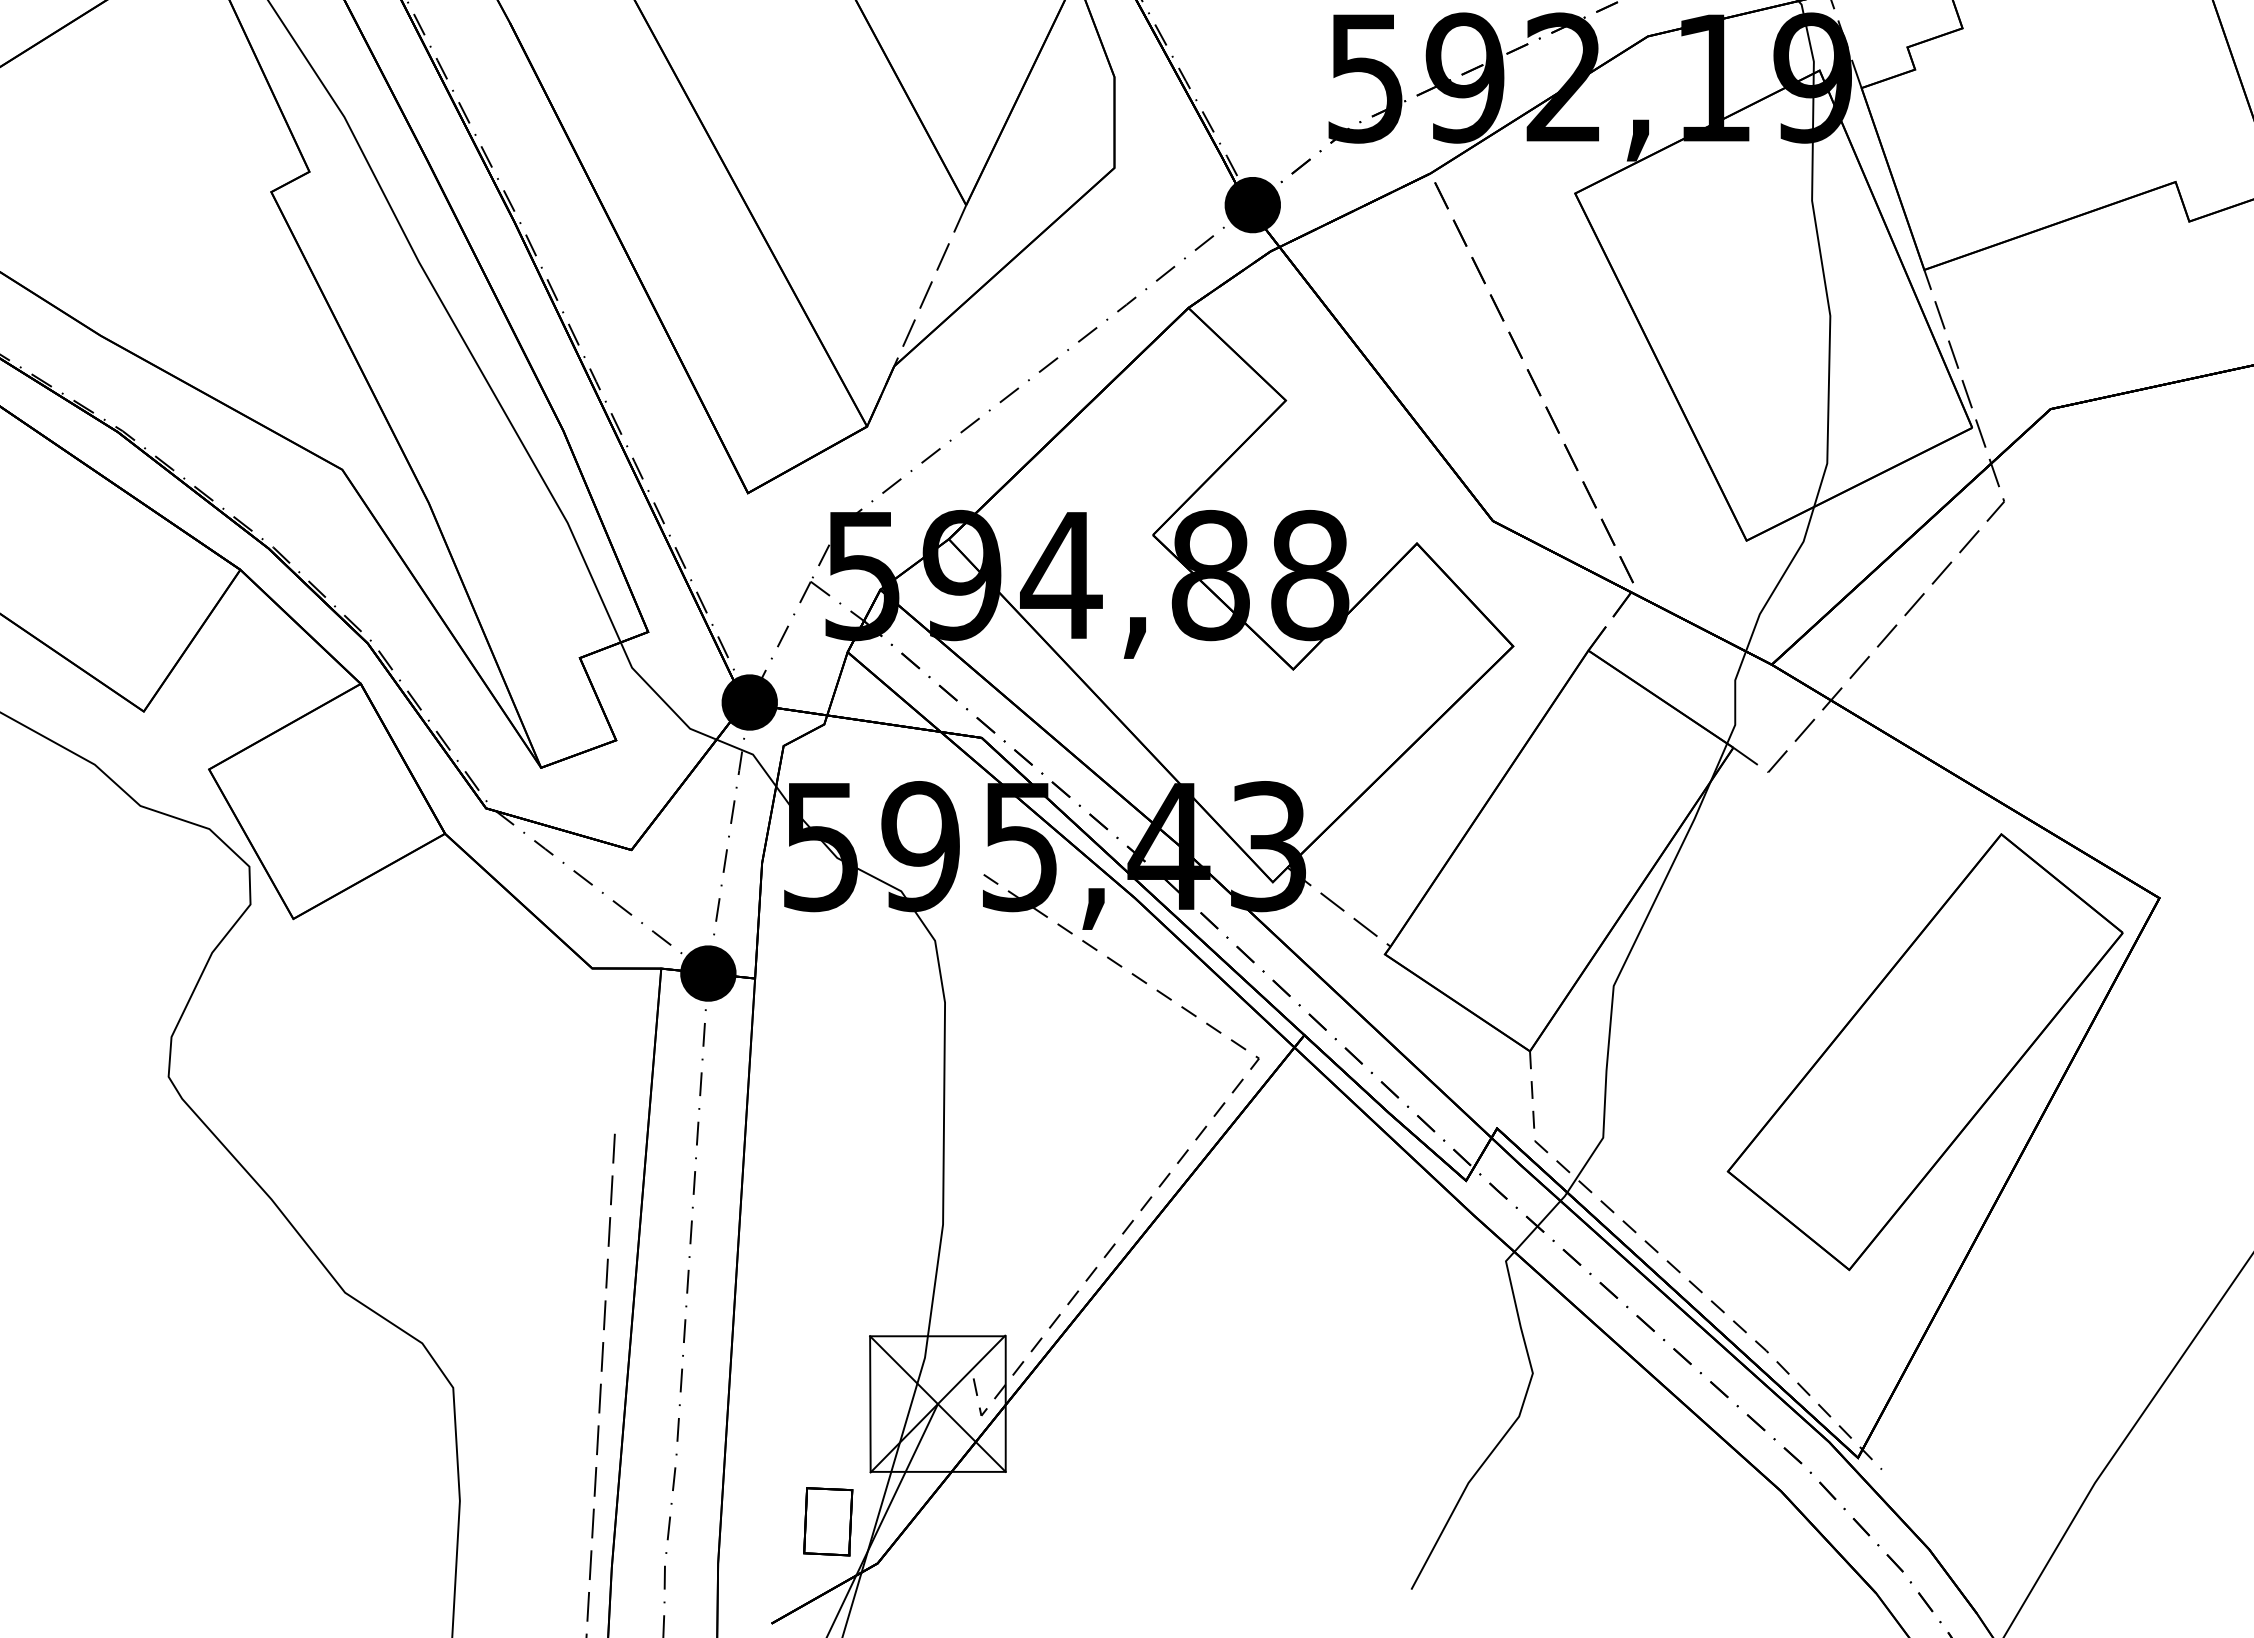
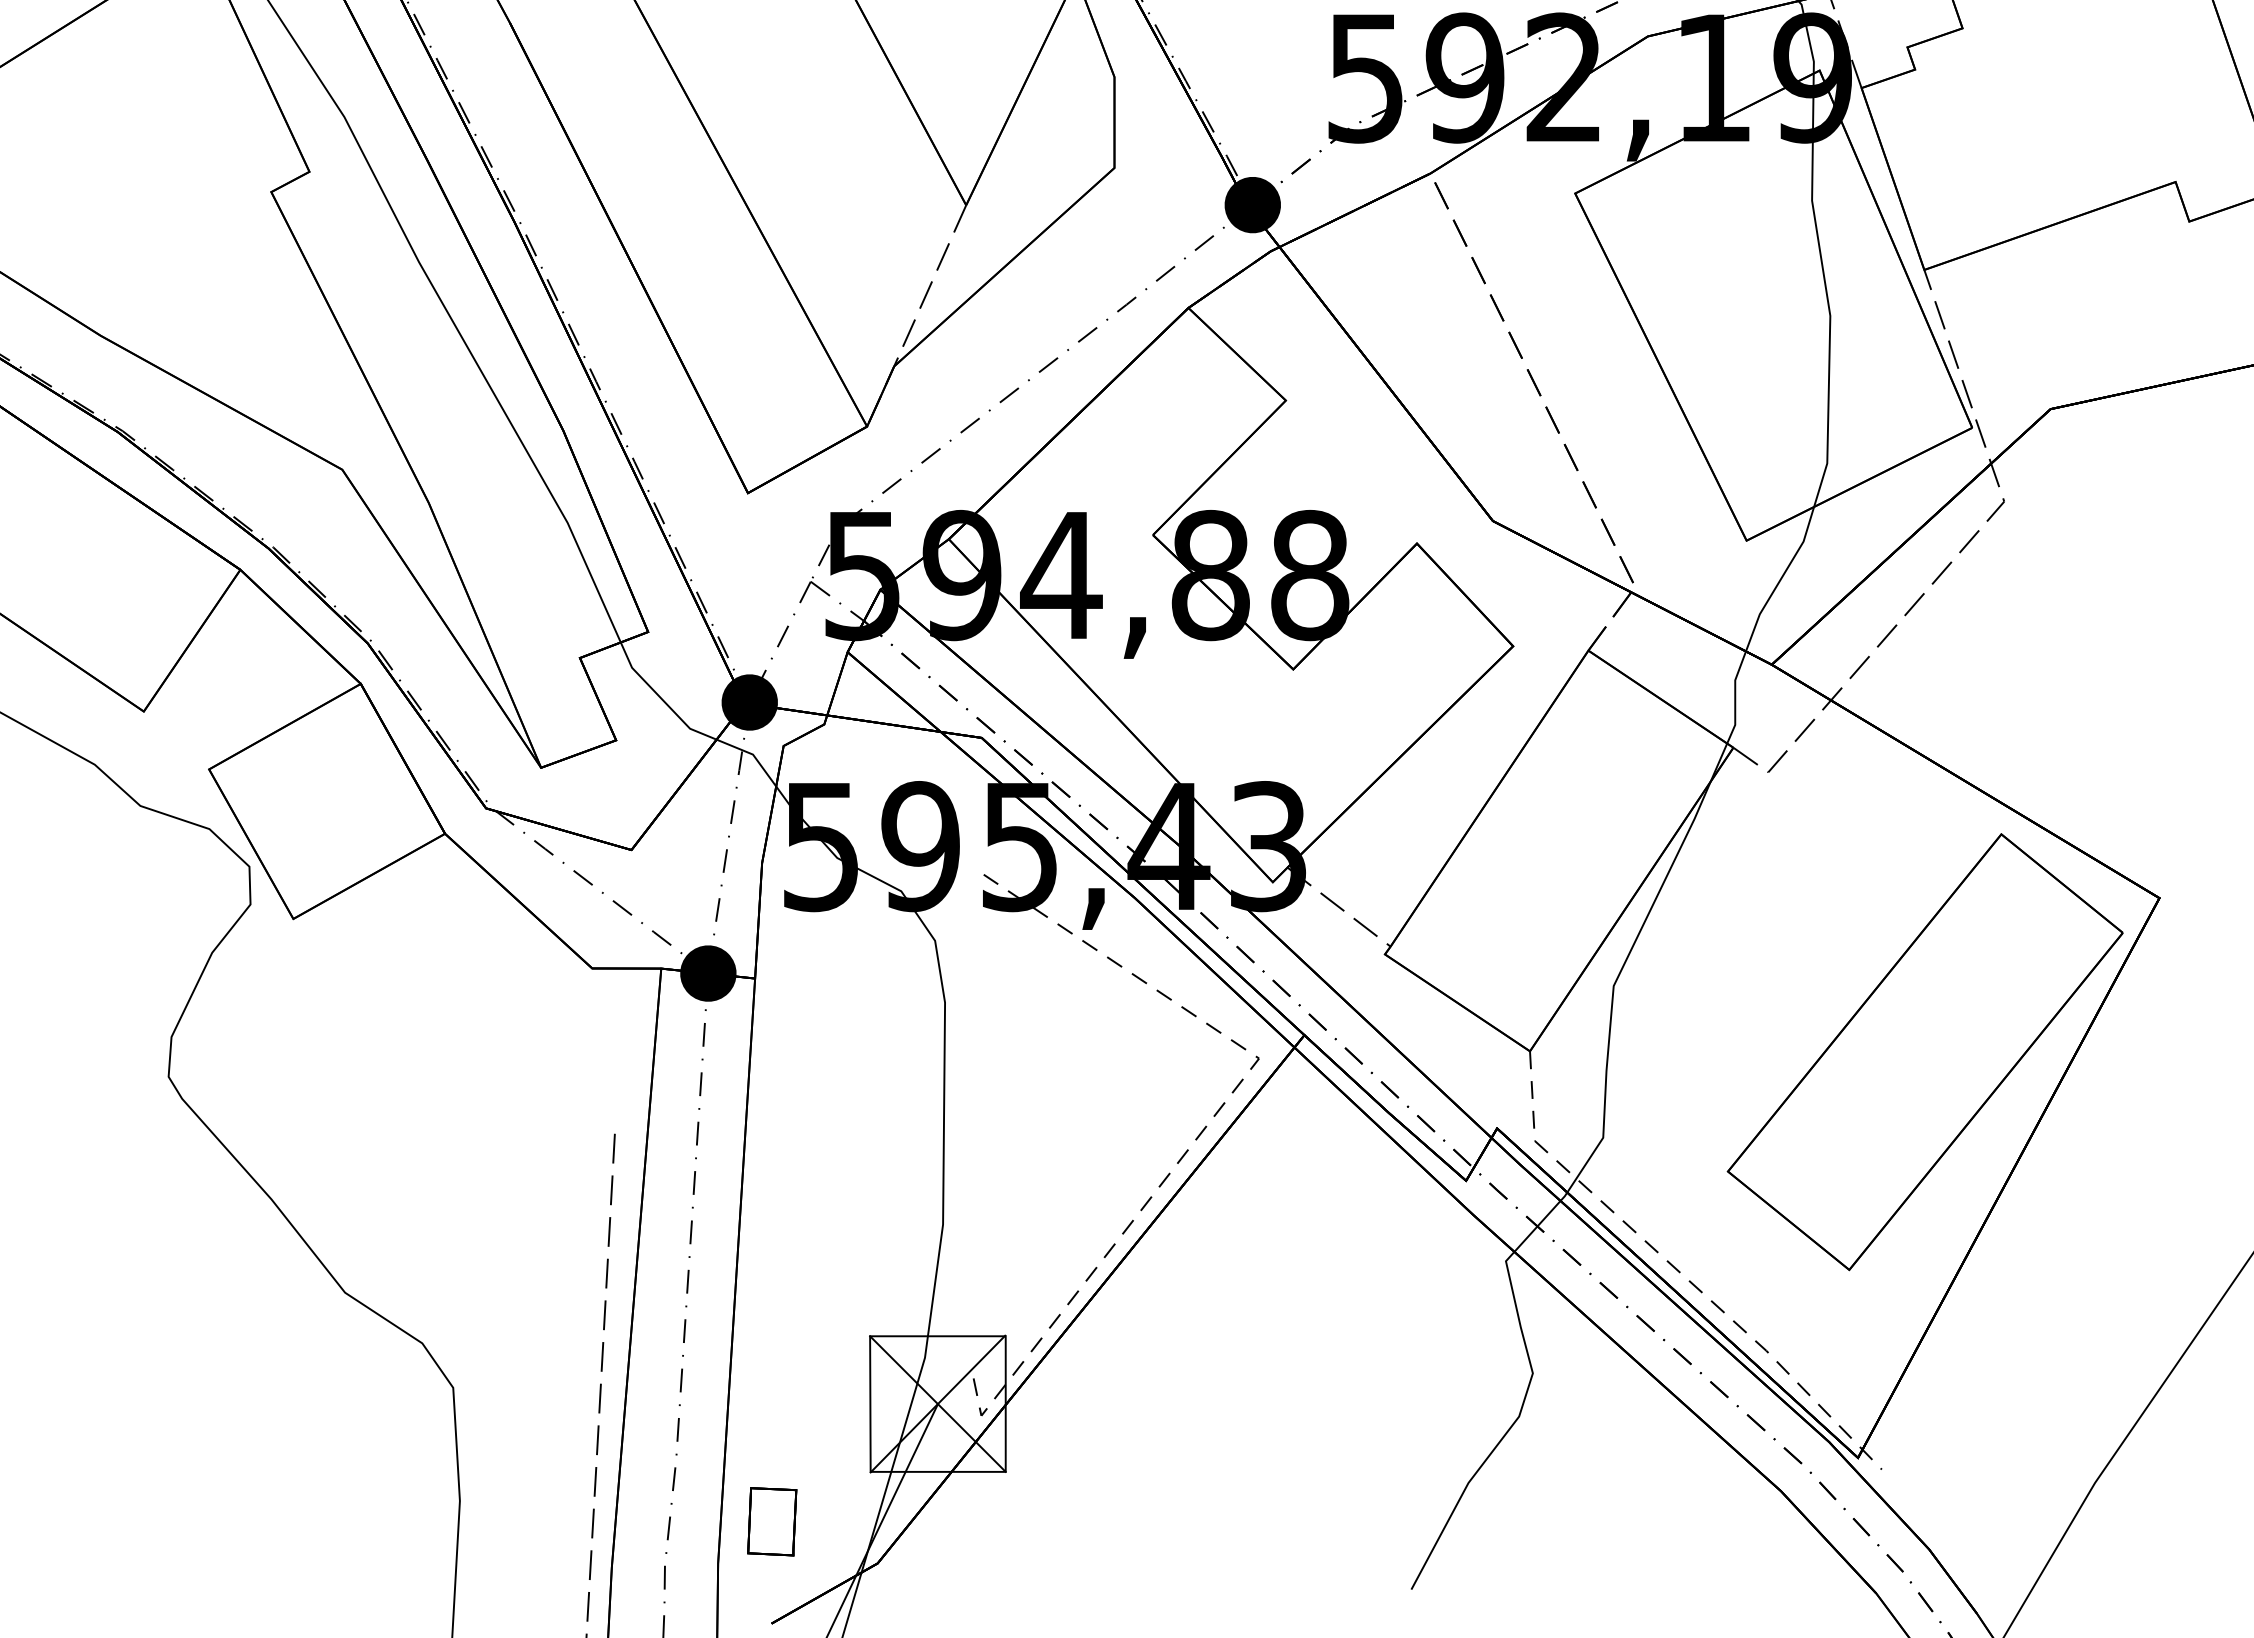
part at (828, 1521) position: (828, 1521) -> (772, 1521)
